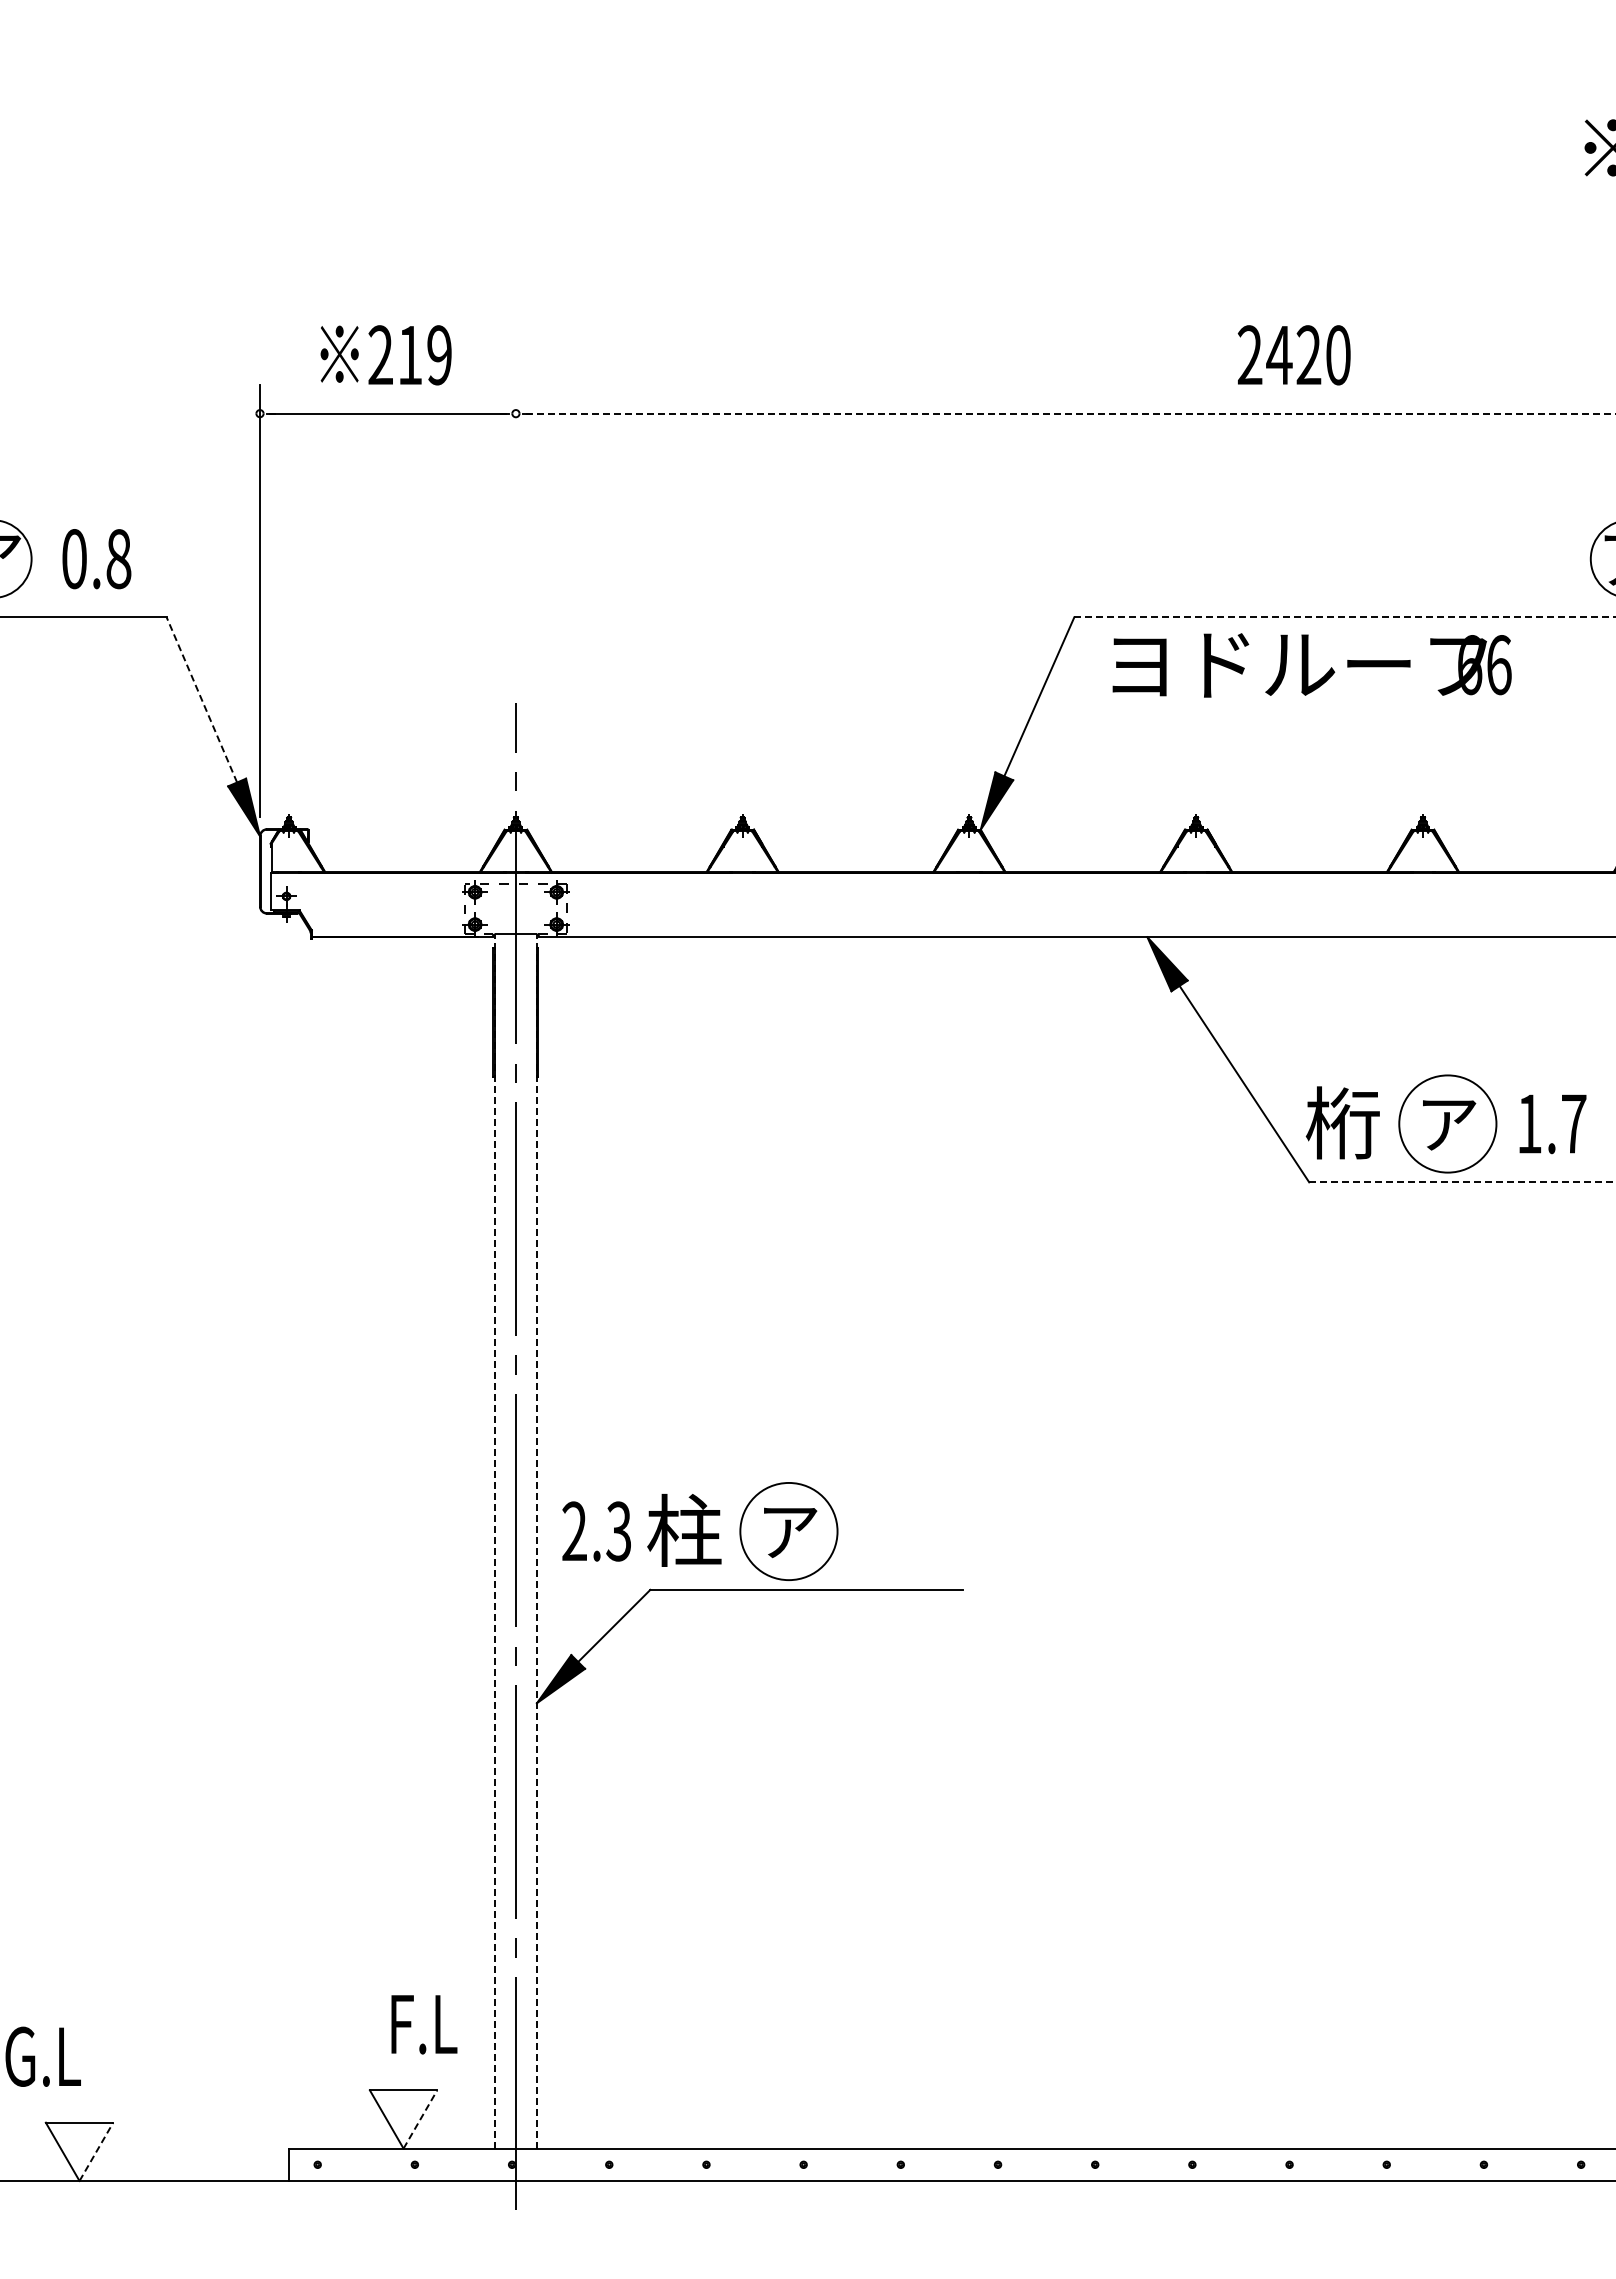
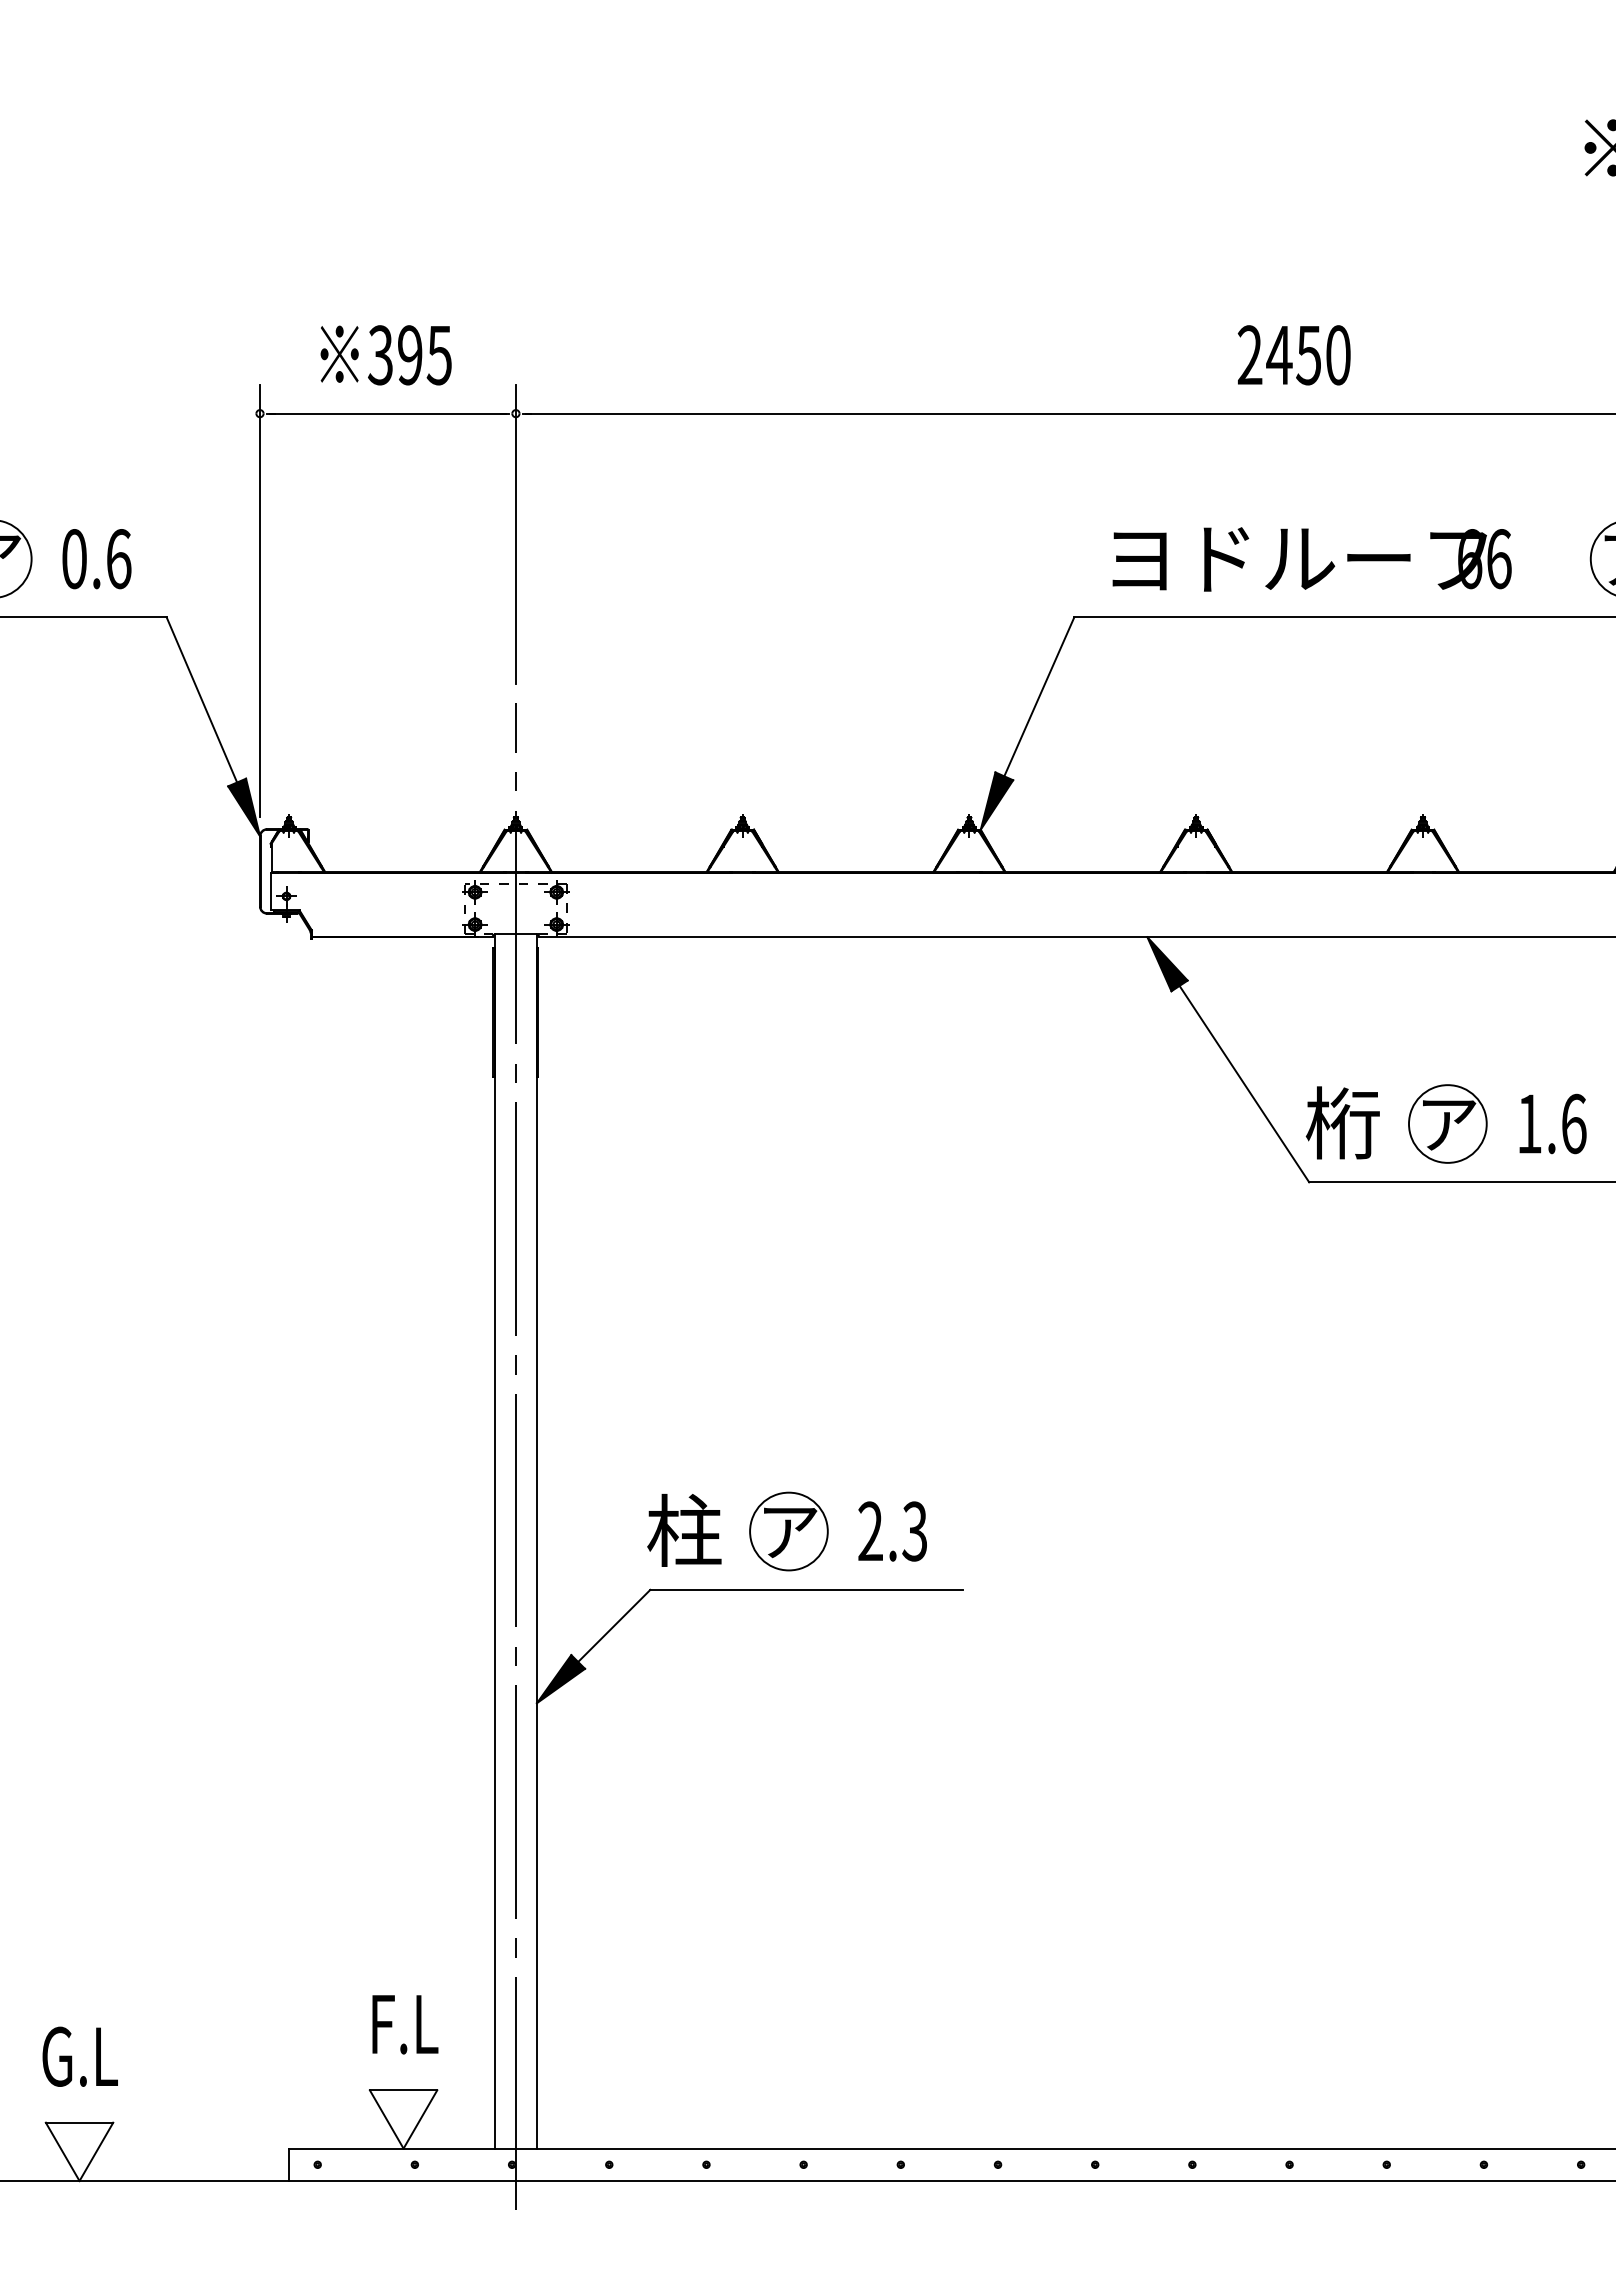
text at (409, 355): 219 -> 395
text at (1308, 355): 2420 -> 2450
line at (1070, 413): dashed -> solid
line at (515, 533): none -> present
text at (118, 559): 0.8 -> 0.6
line at (1345, 617): dashed -> solid
text at (1311, 665) position: (1311, 665) -> (1311, 559)
line at (201, 699): dashed -> solid
circle at (1447, 1123) diameter: 97 px -> 78 px
text at (1574, 1123): 1.7 -> 1.6
line at (1463, 1182): dashed -> solid
text at (596, 1531) position: (596, 1531) -> (892, 1531)
circle at (788, 1531) diameter: 97 px -> 78 px
line at (494, 1541): dashed -> solid
line at (536, 1541): dashed -> solid
text at (424, 2024) position: (424, 2024) -> (405, 2024)
text at (42, 2056) position: (42, 2056) -> (79, 2056)
line at (420, 2119): dashed -> solid
line at (96, 2151): dashed -> solid
